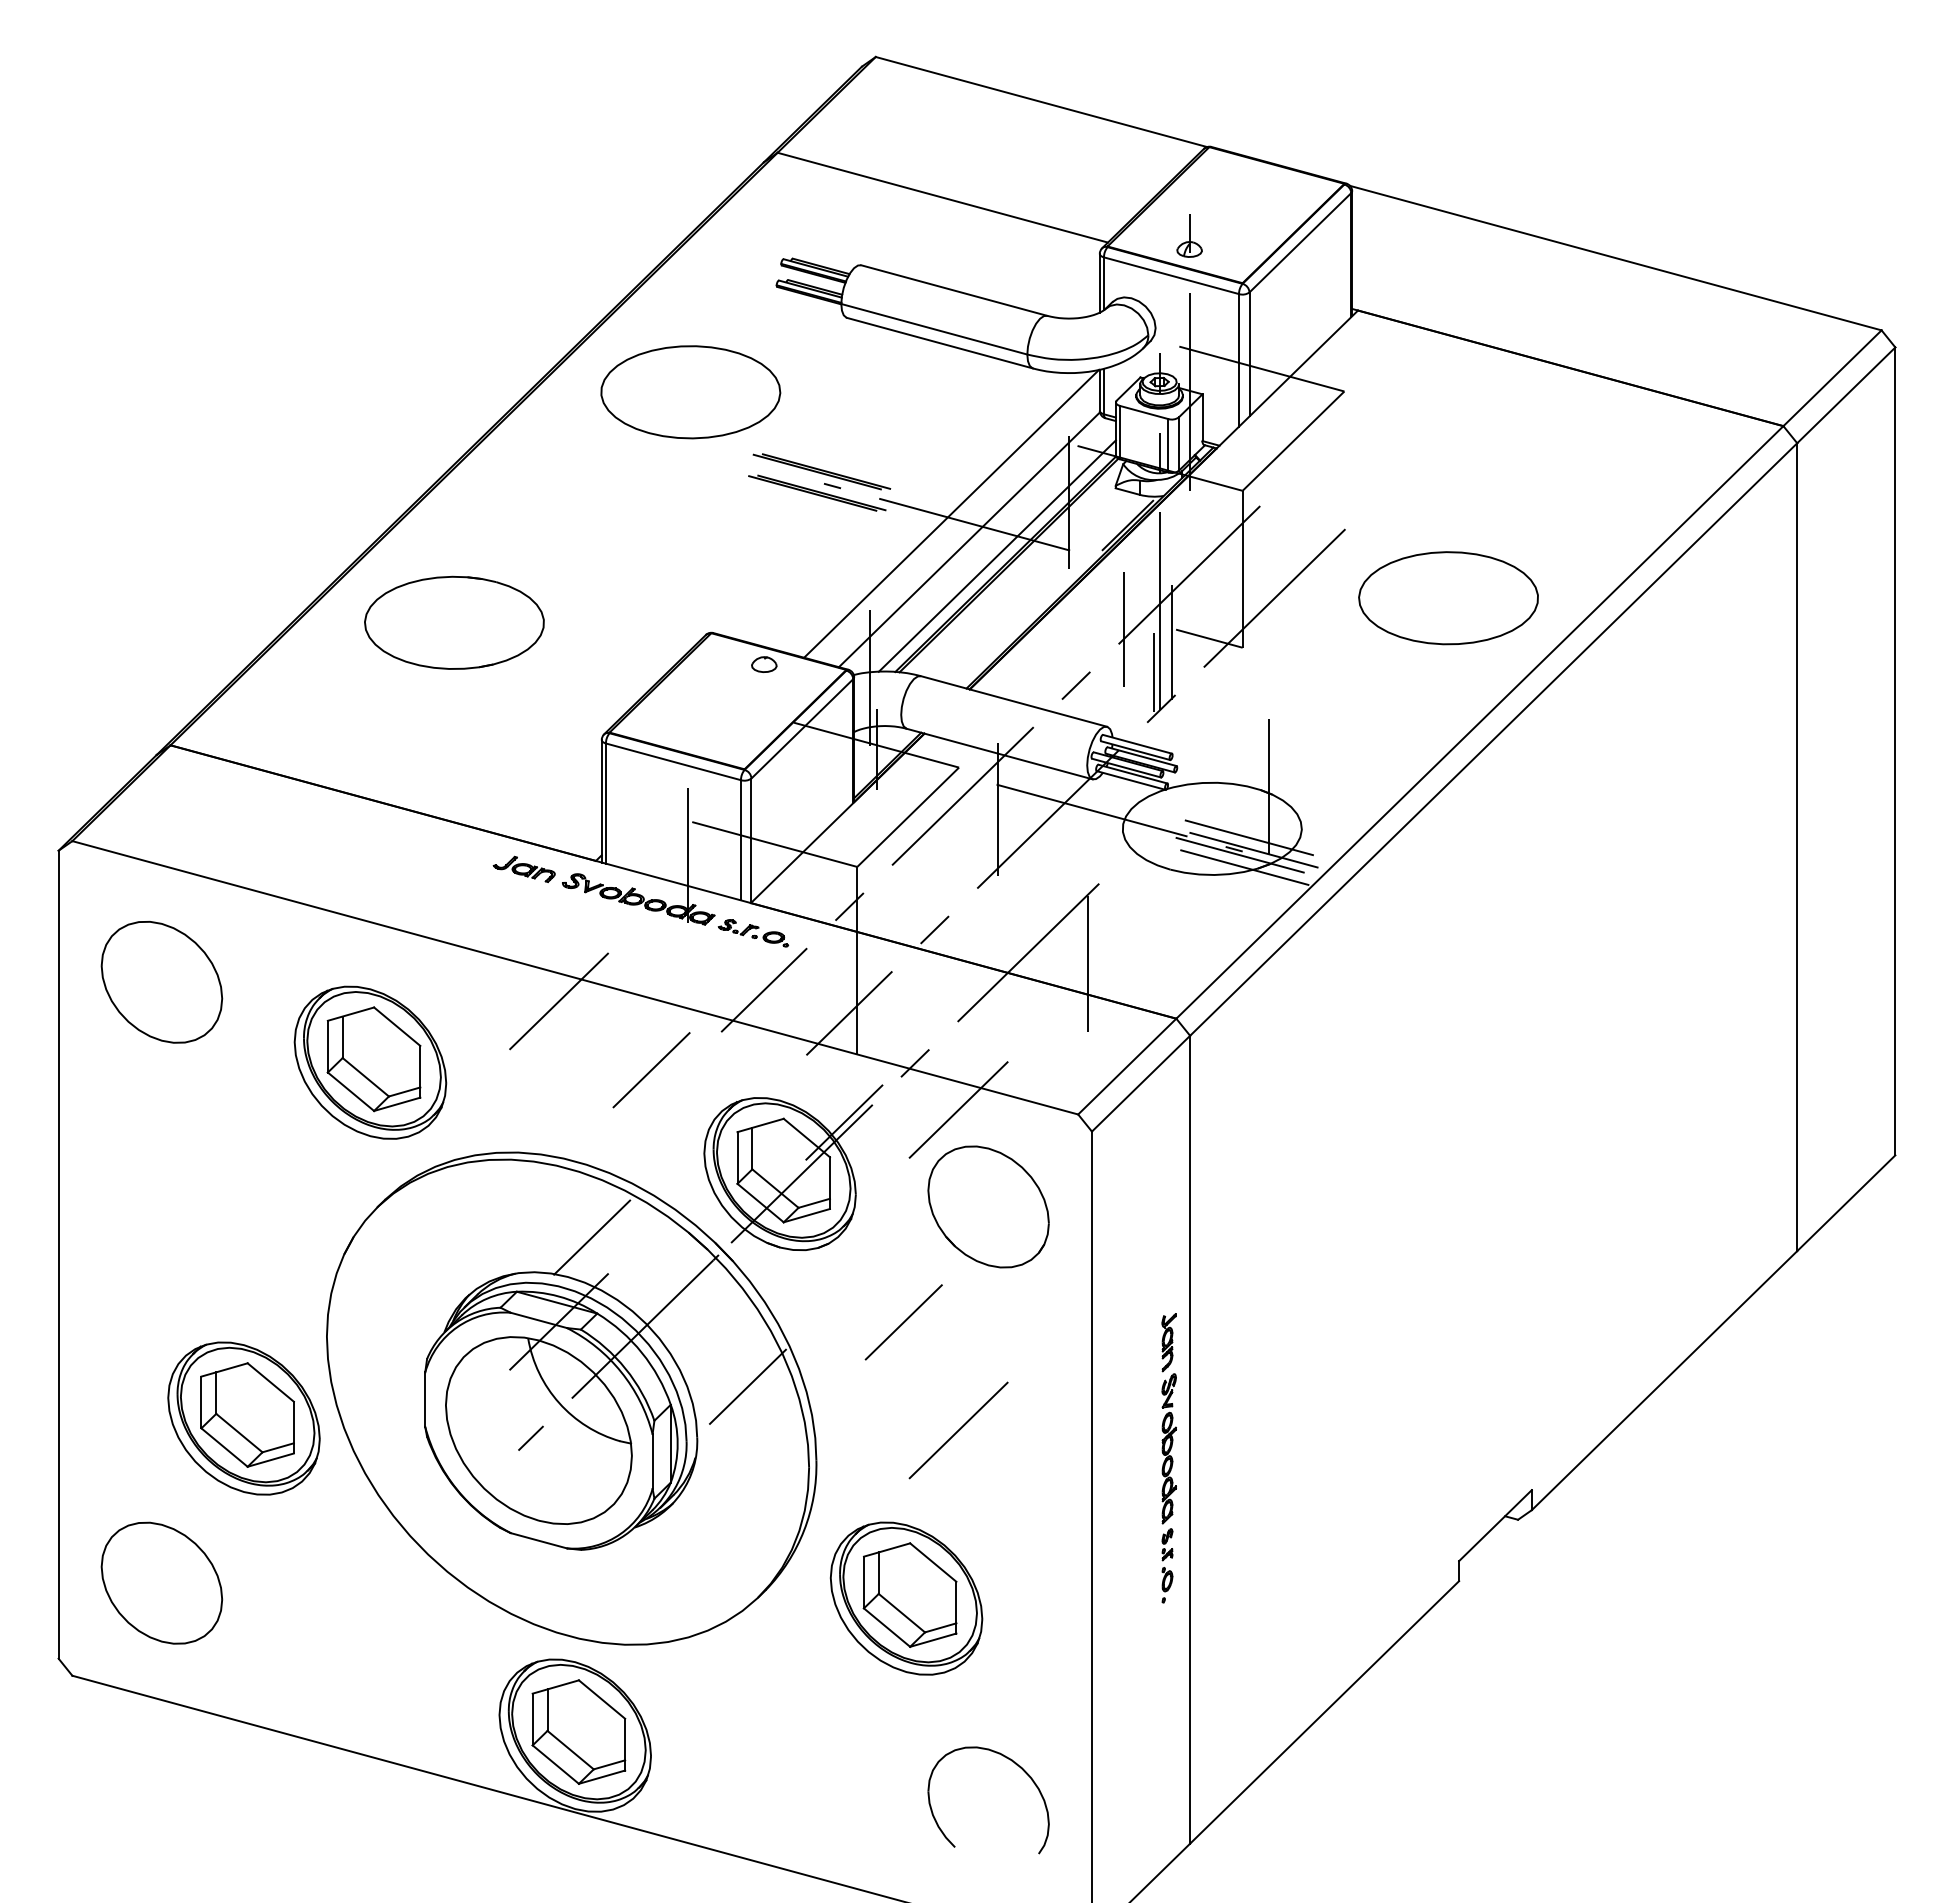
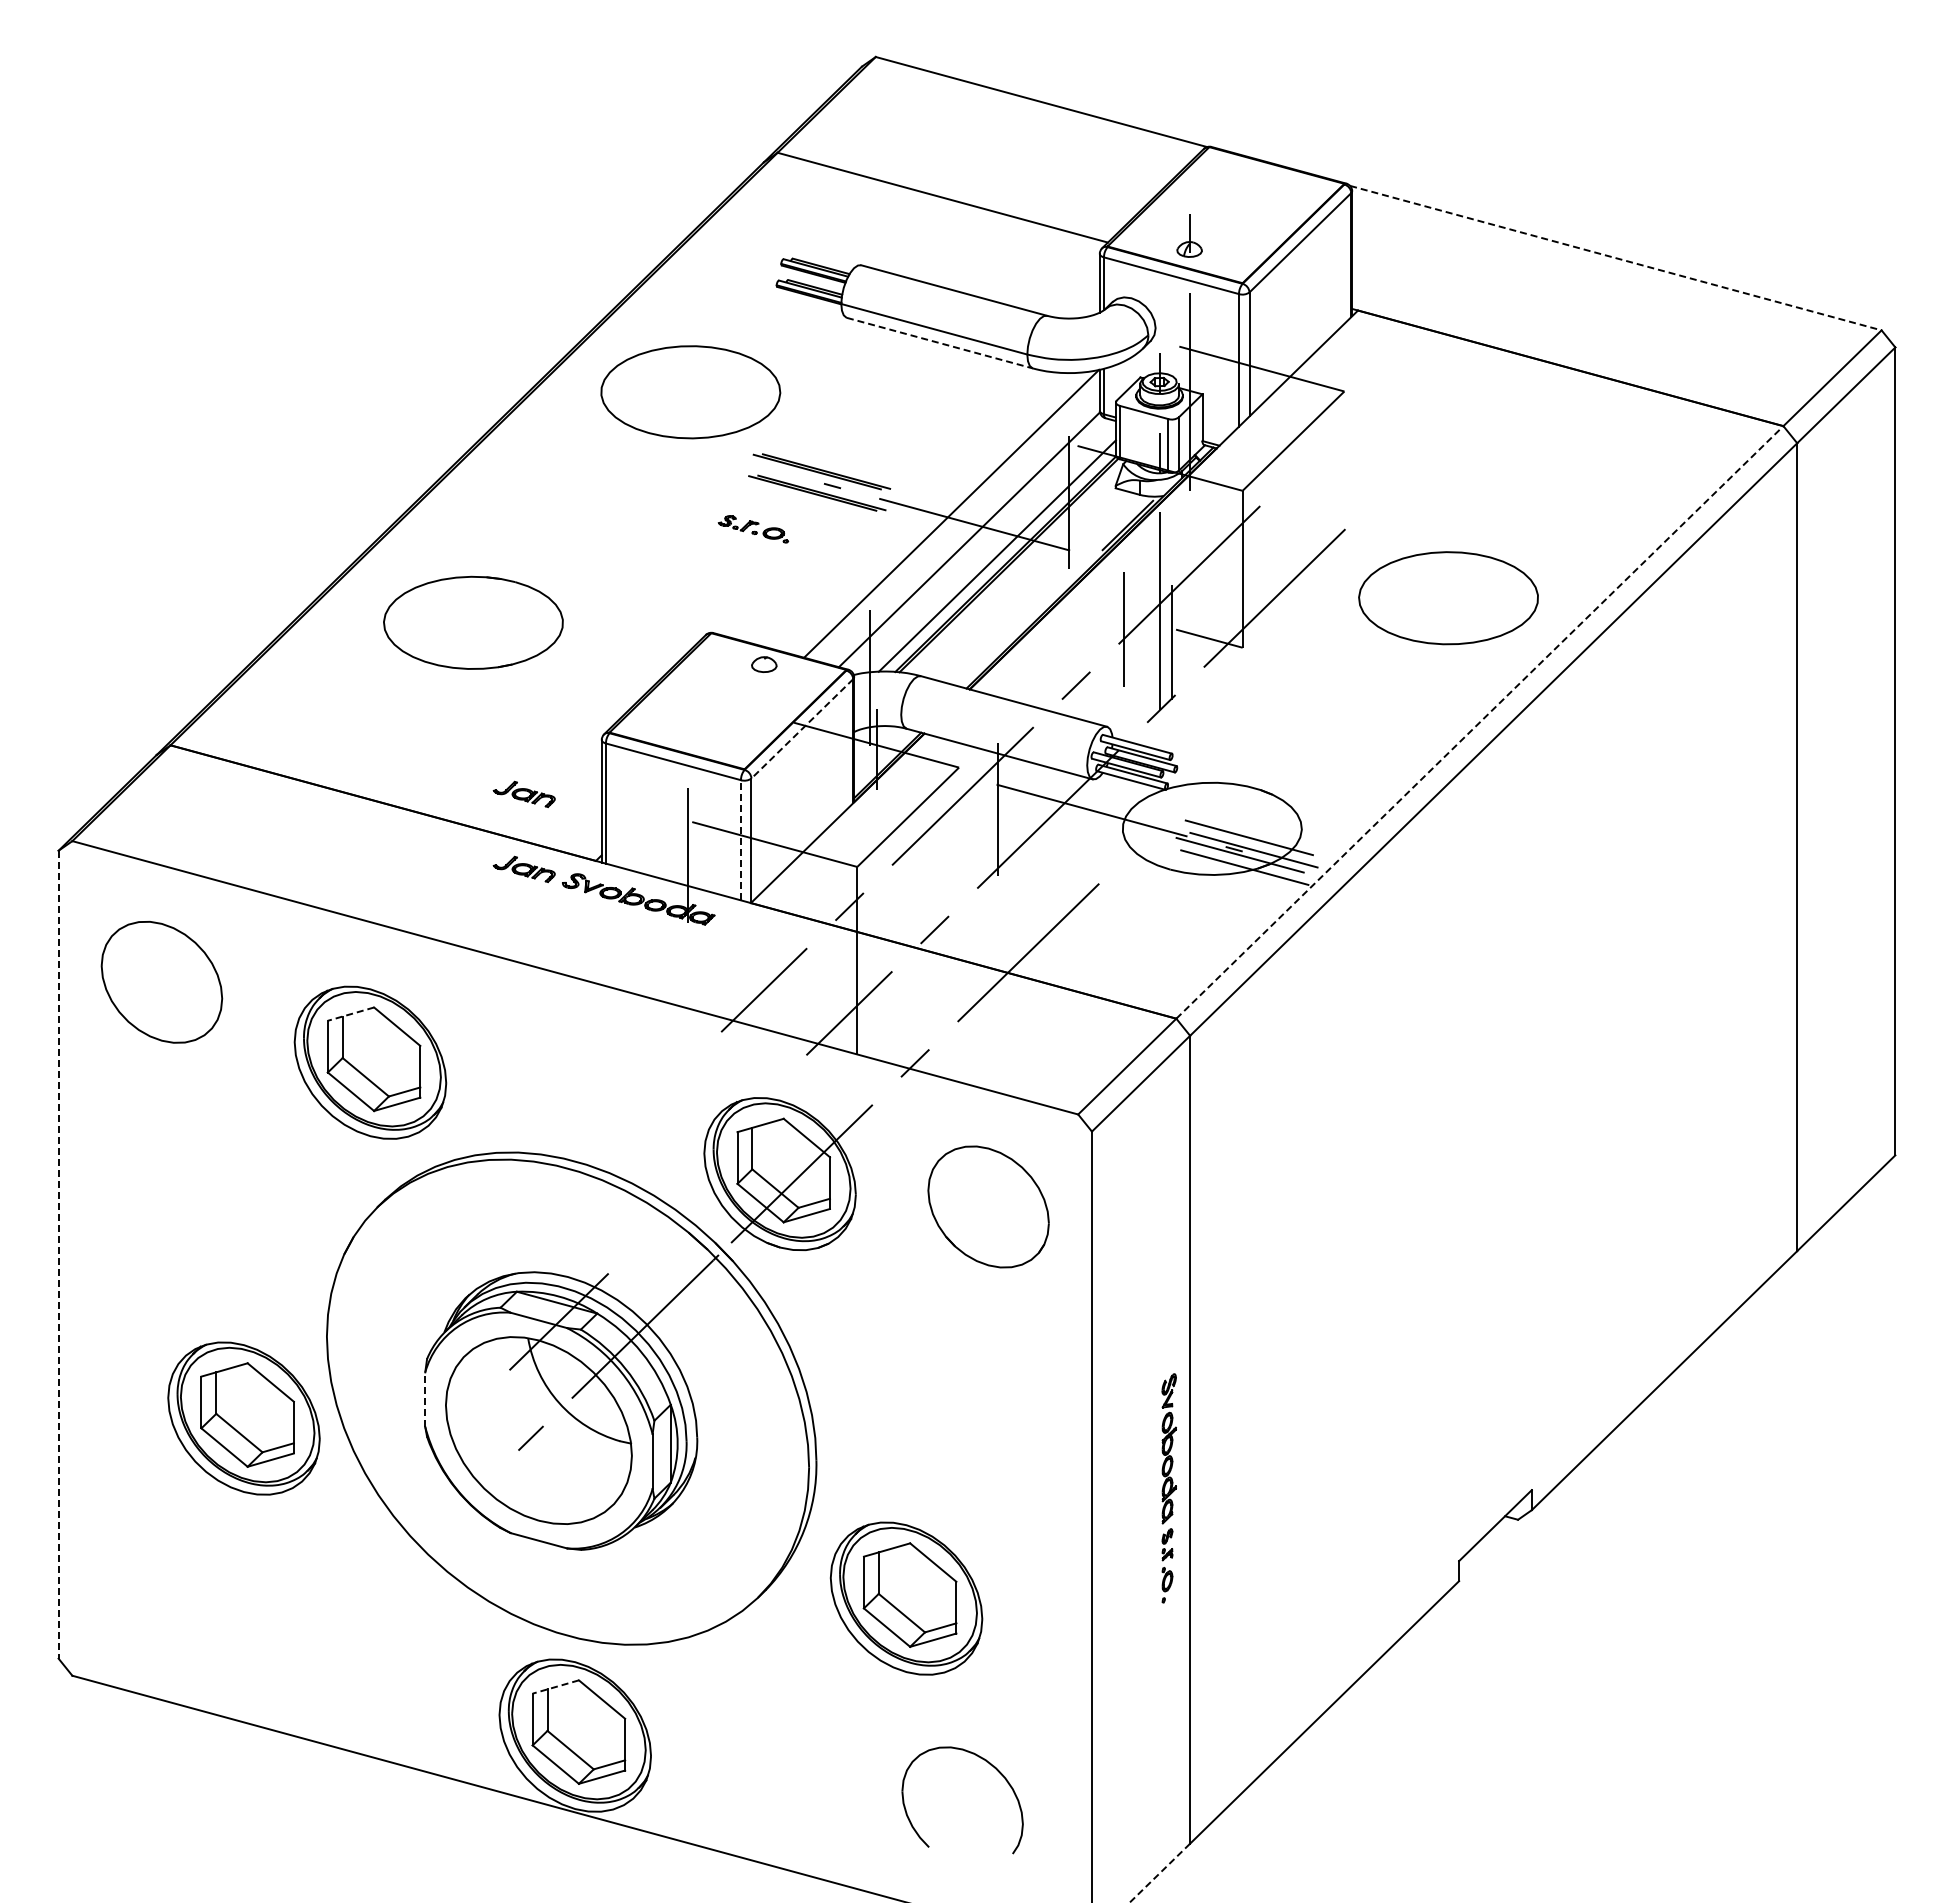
line at (1616, 258): solid -> dashed
line at (940, 343): solid -> dashed
part at (454, 622) position: (454, 622) -> (473, 622)
line at (1154, 672): present -> none
line at (1480, 722): solid -> dashed
line at (802, 729): solid -> dashed
line at (1269, 786): present -> none
part at (523, 793): none -> present
line at (740, 839): solid -> dashed
part at (753, 933) position: (753, 933) -> (753, 529)
line at (1087, 963): present -> none
line at (558, 1001): present -> none
line at (350, 1014): solid -> dashed
line at (651, 1069): present -> none
line at (958, 1109): present -> none
line at (844, 1122): present -> none
line at (591, 1237): present -> none
line at (58, 1254): solid -> dashed
line at (903, 1322): present -> none
part at (1168, 1342): present -> none
line at (747, 1386): present -> none
line at (425, 1399): solid -> dashed
line at (958, 1430): present -> none
part at (161, 1582): present -> none
line at (555, 1687): solid -> dashed
part at (1016, 1765) position: (1016, 1765) -> (990, 1765)
line at (1159, 1873): solid -> dashed
